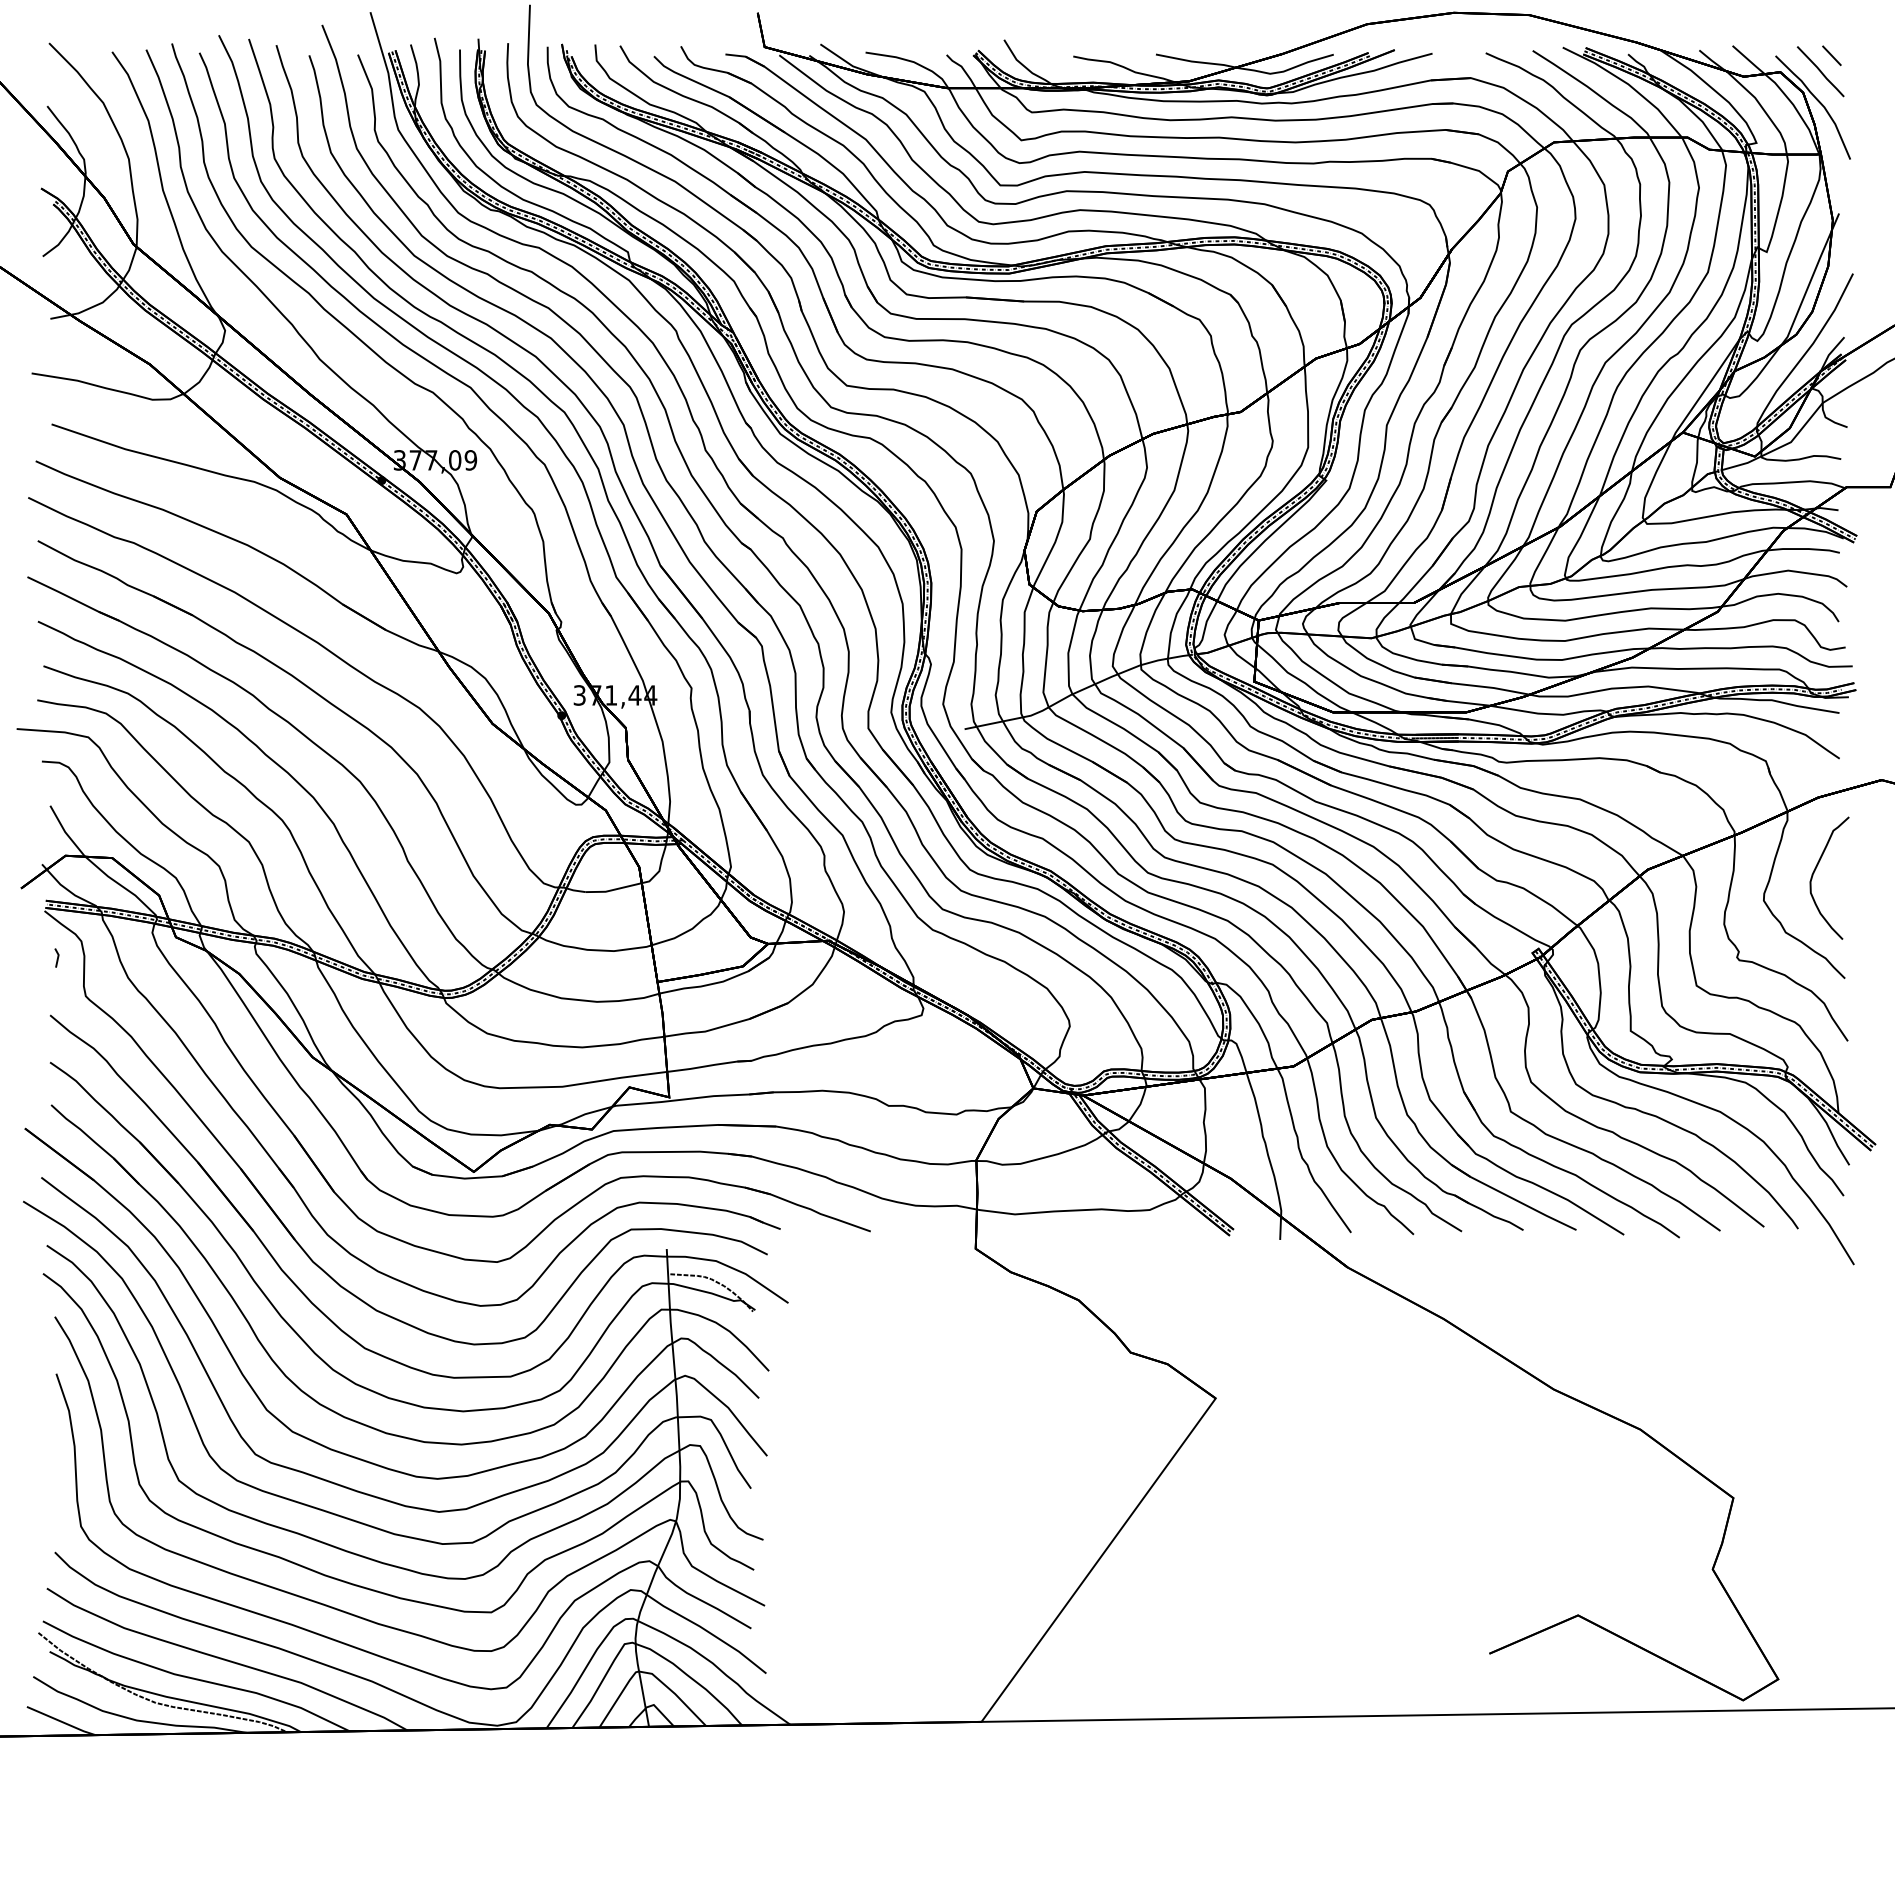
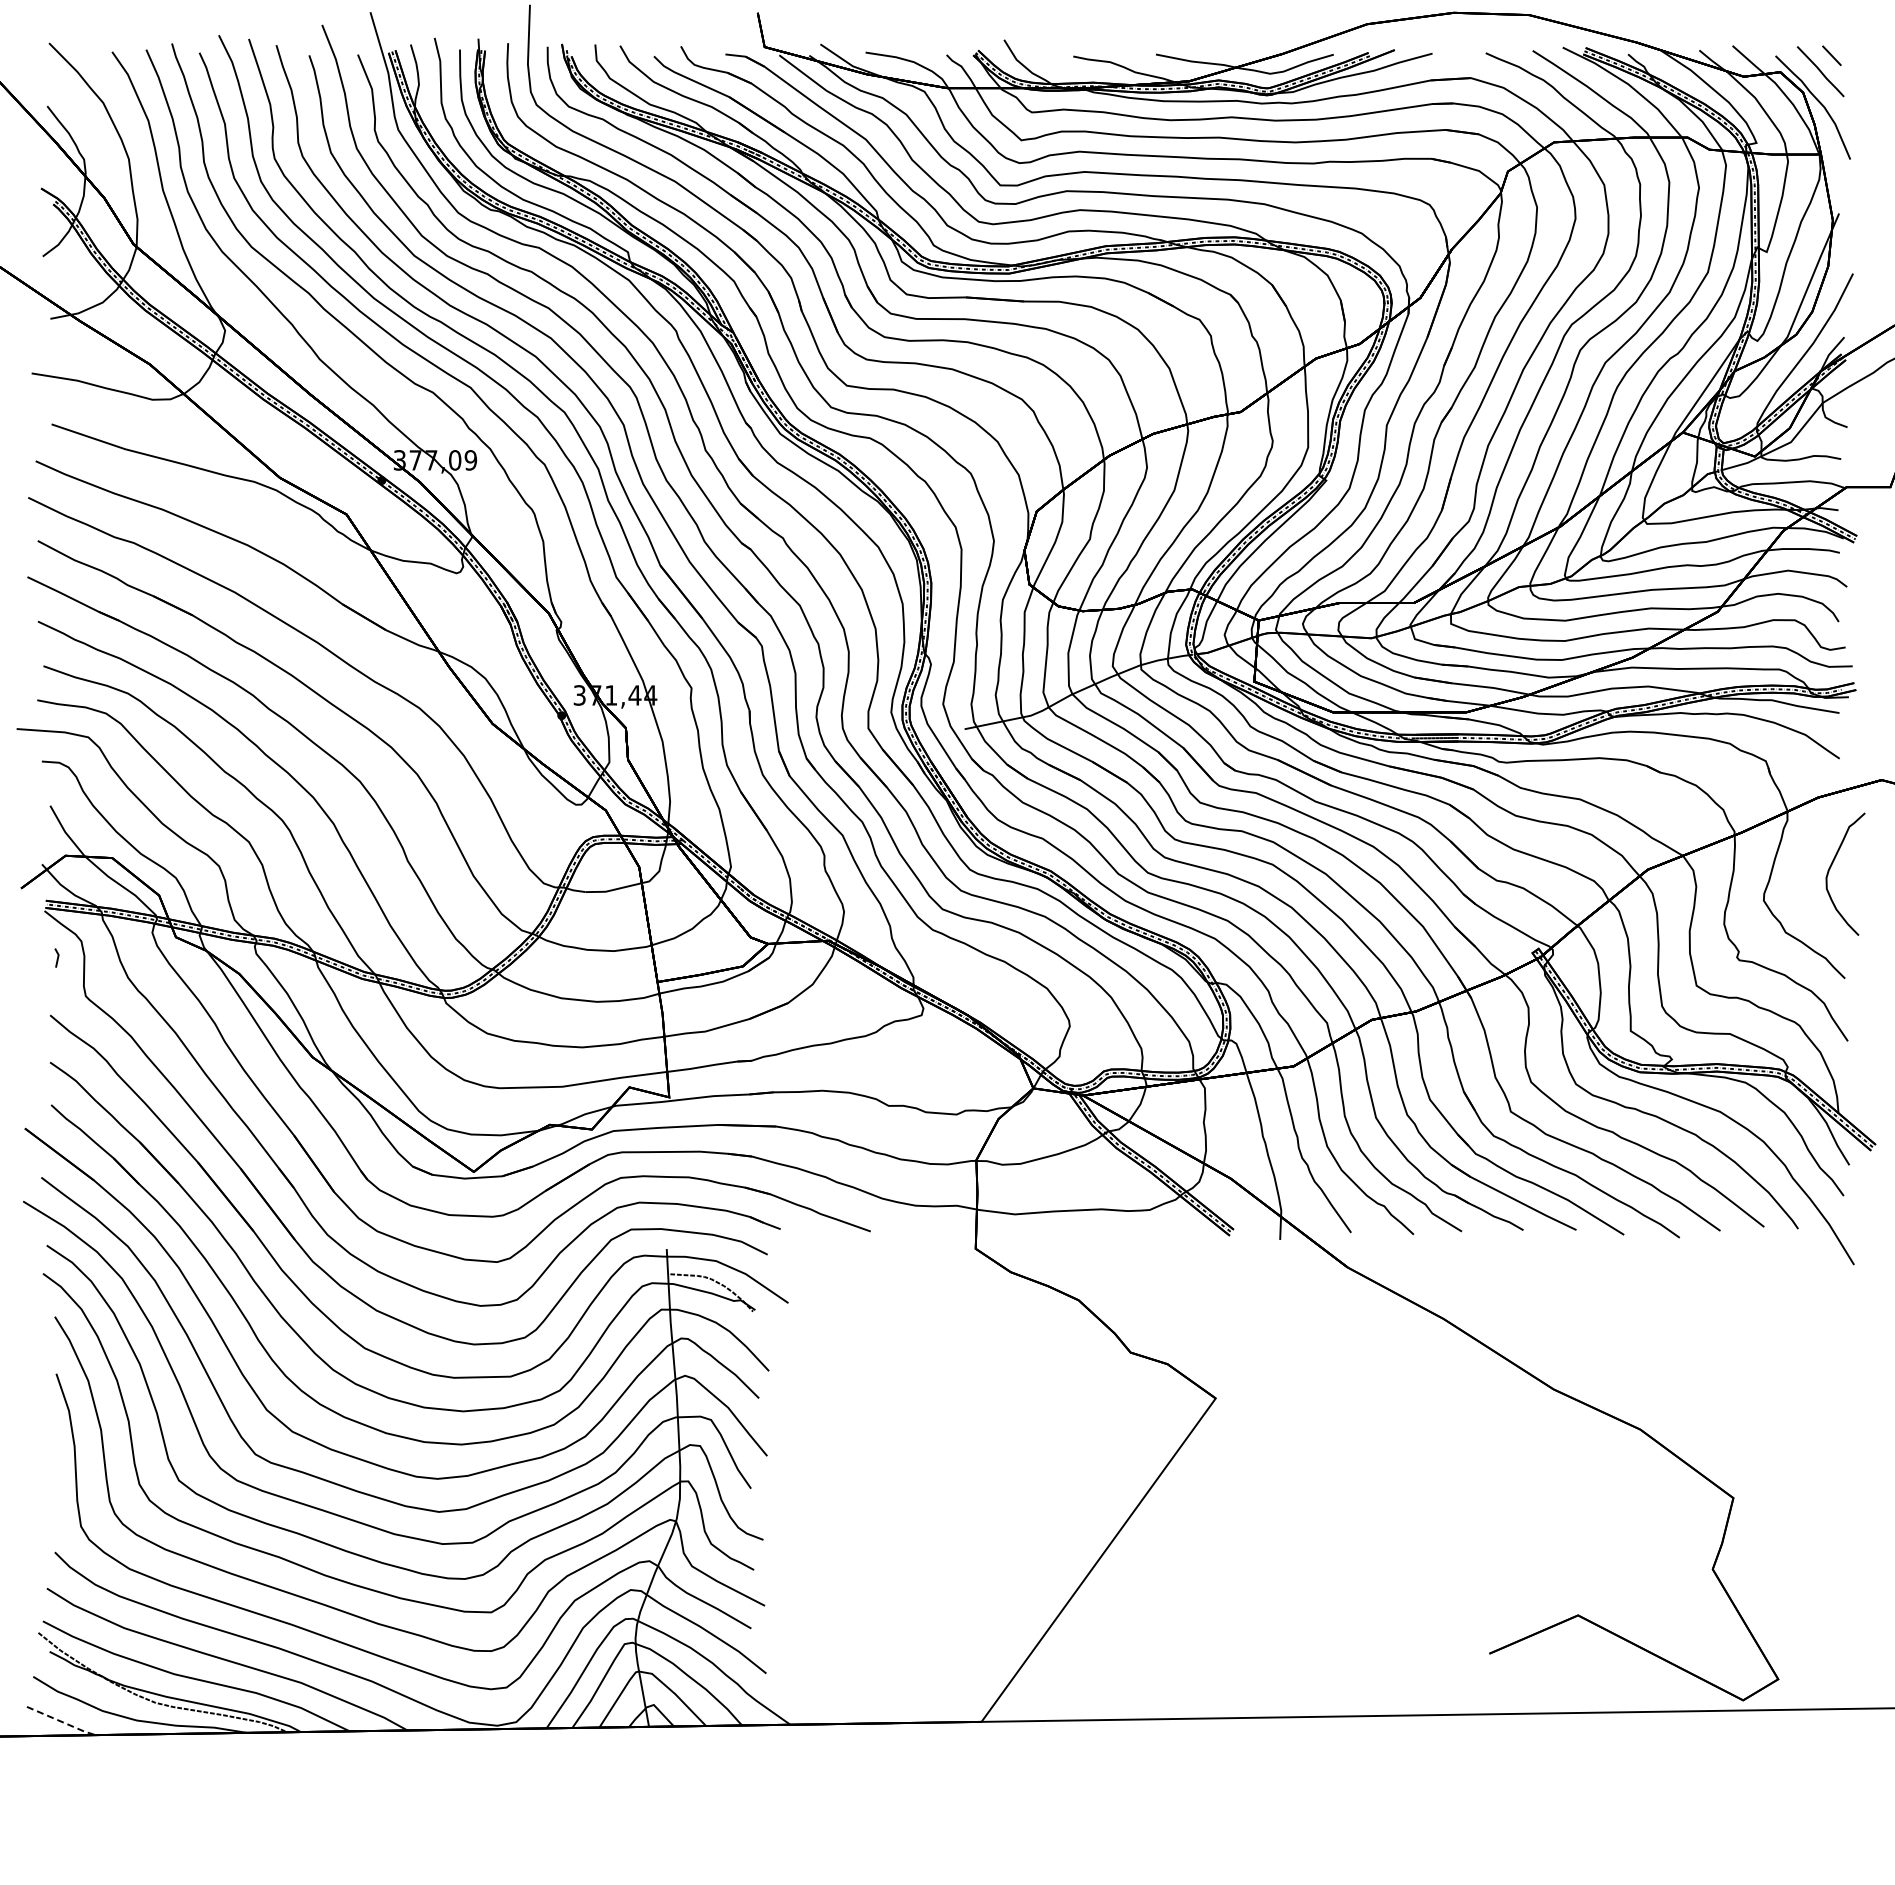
curve at (1815, 871) position: (1815, 871) -> (1831, 867)
line at (62, 1722): solid -> dashed
